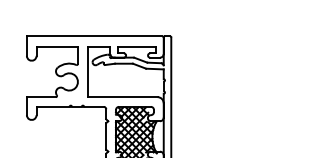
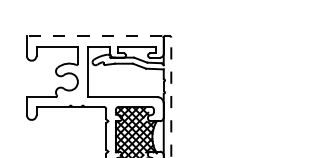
line at (94, 36): solid -> dashed
line at (171, 97): solid -> dashed
